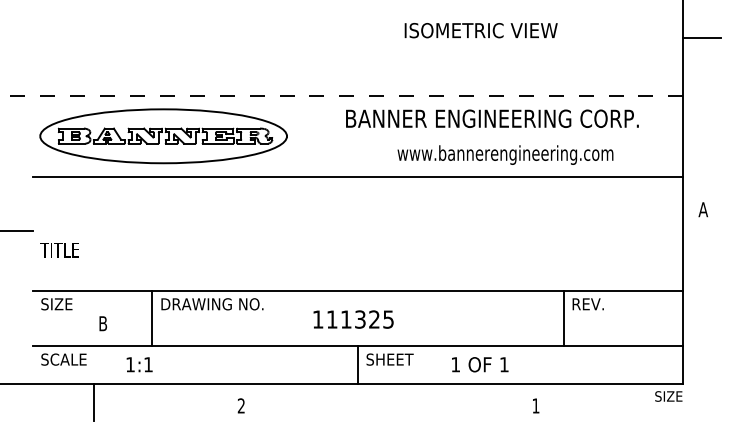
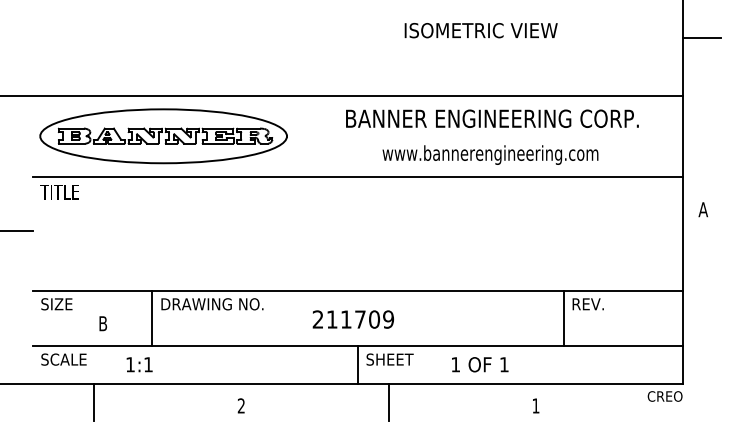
line at (341, 96): dashed -> solid
text at (505, 154) position: (505, 154) -> (490, 154)
text at (59, 250) position: (59, 250) -> (59, 192)
text at (353, 319): 111325 -> 211709
text at (664, 396): SIZE -> CREO
line at (388, 401): none -> present
